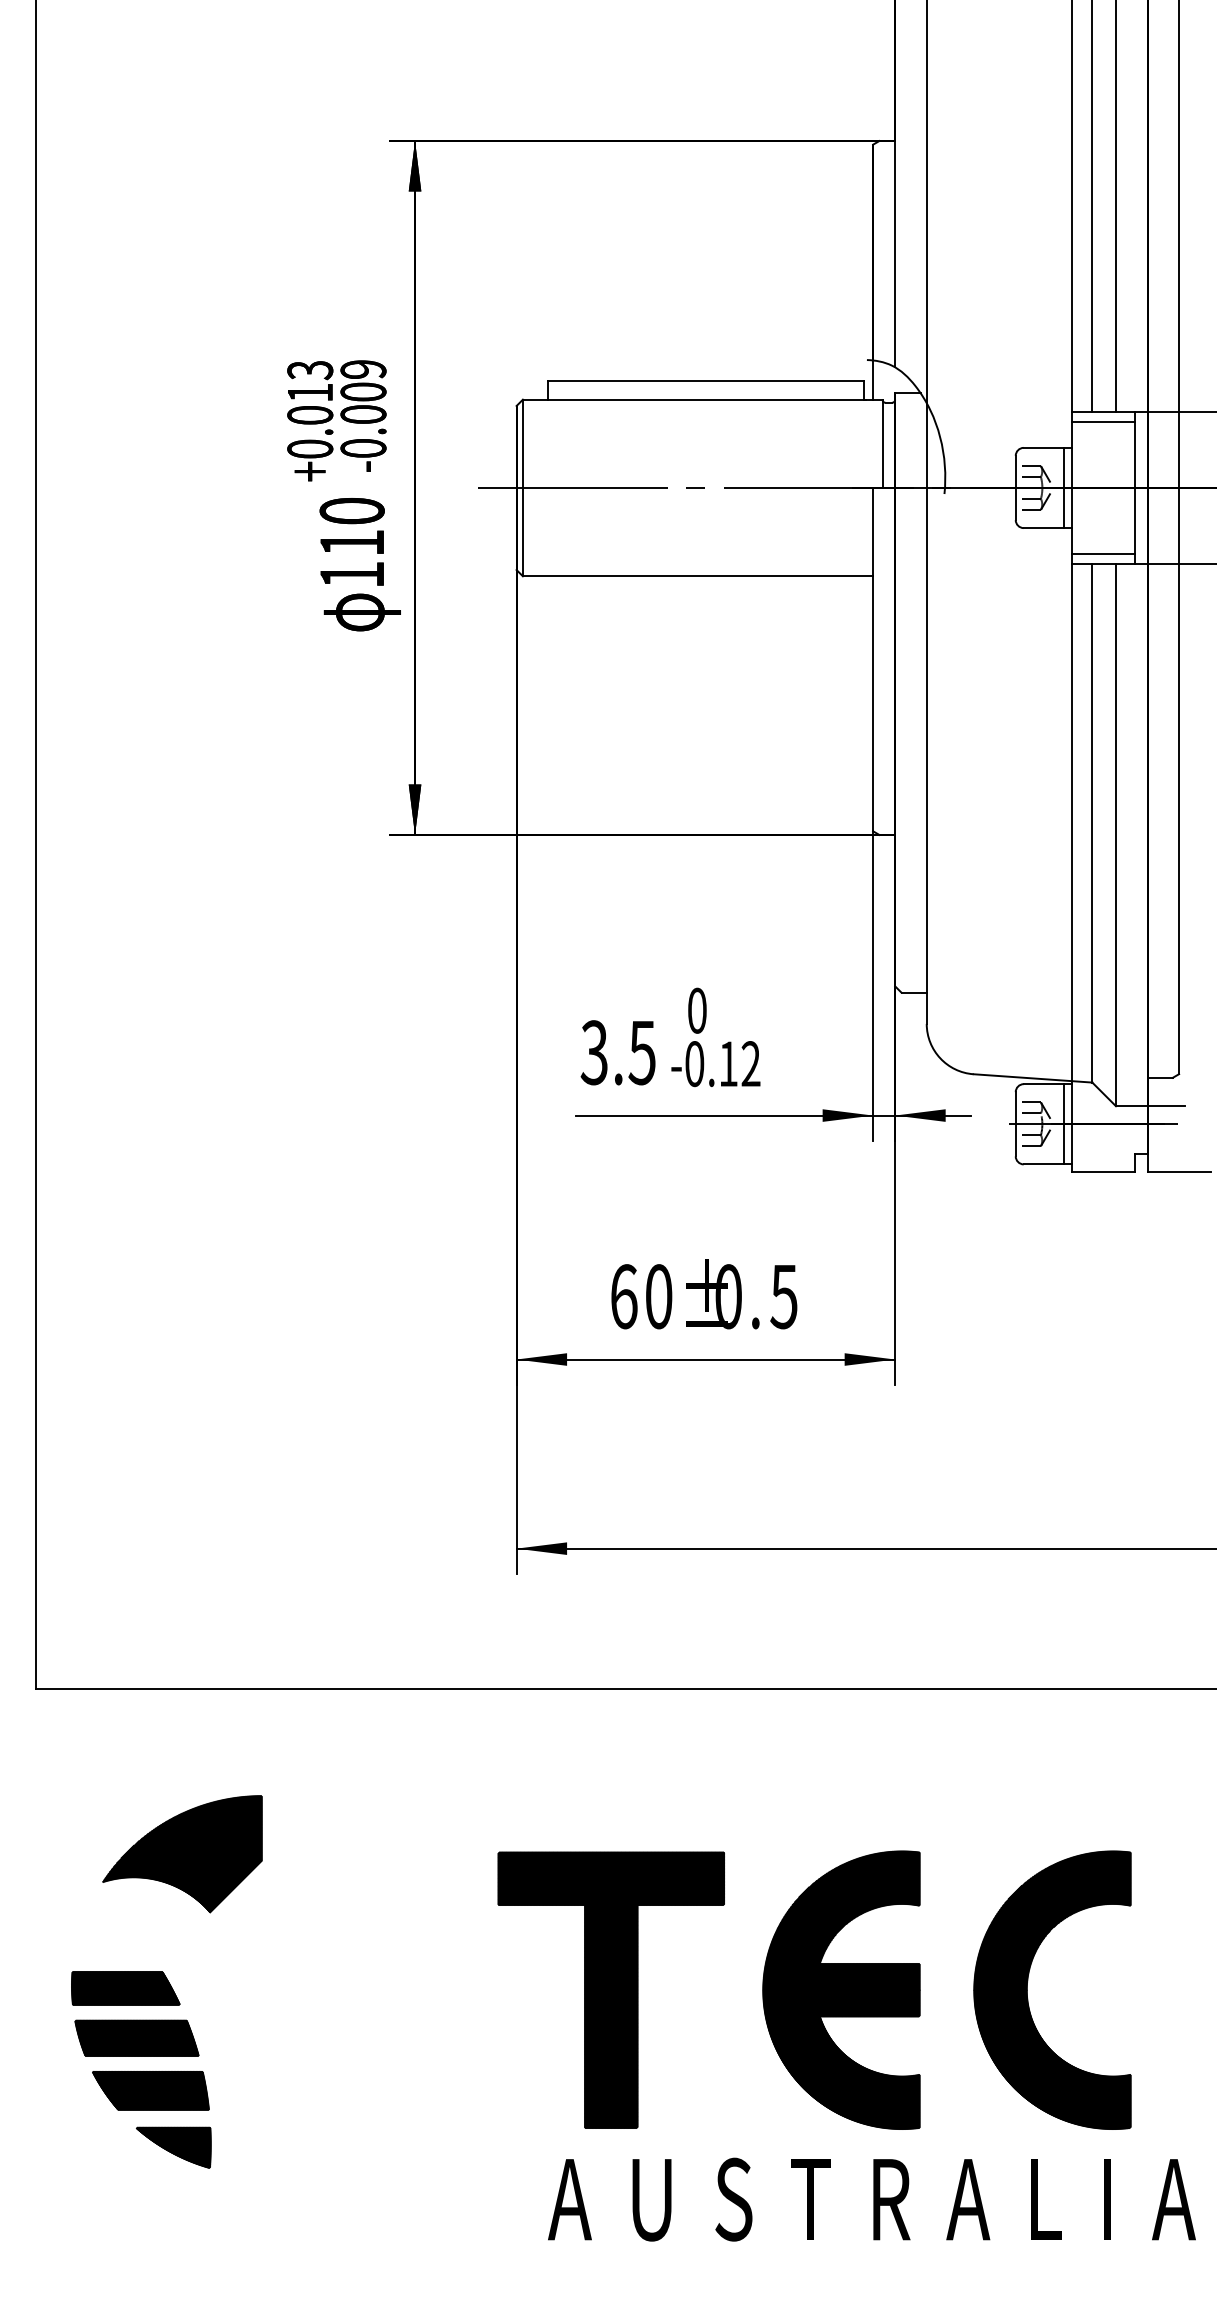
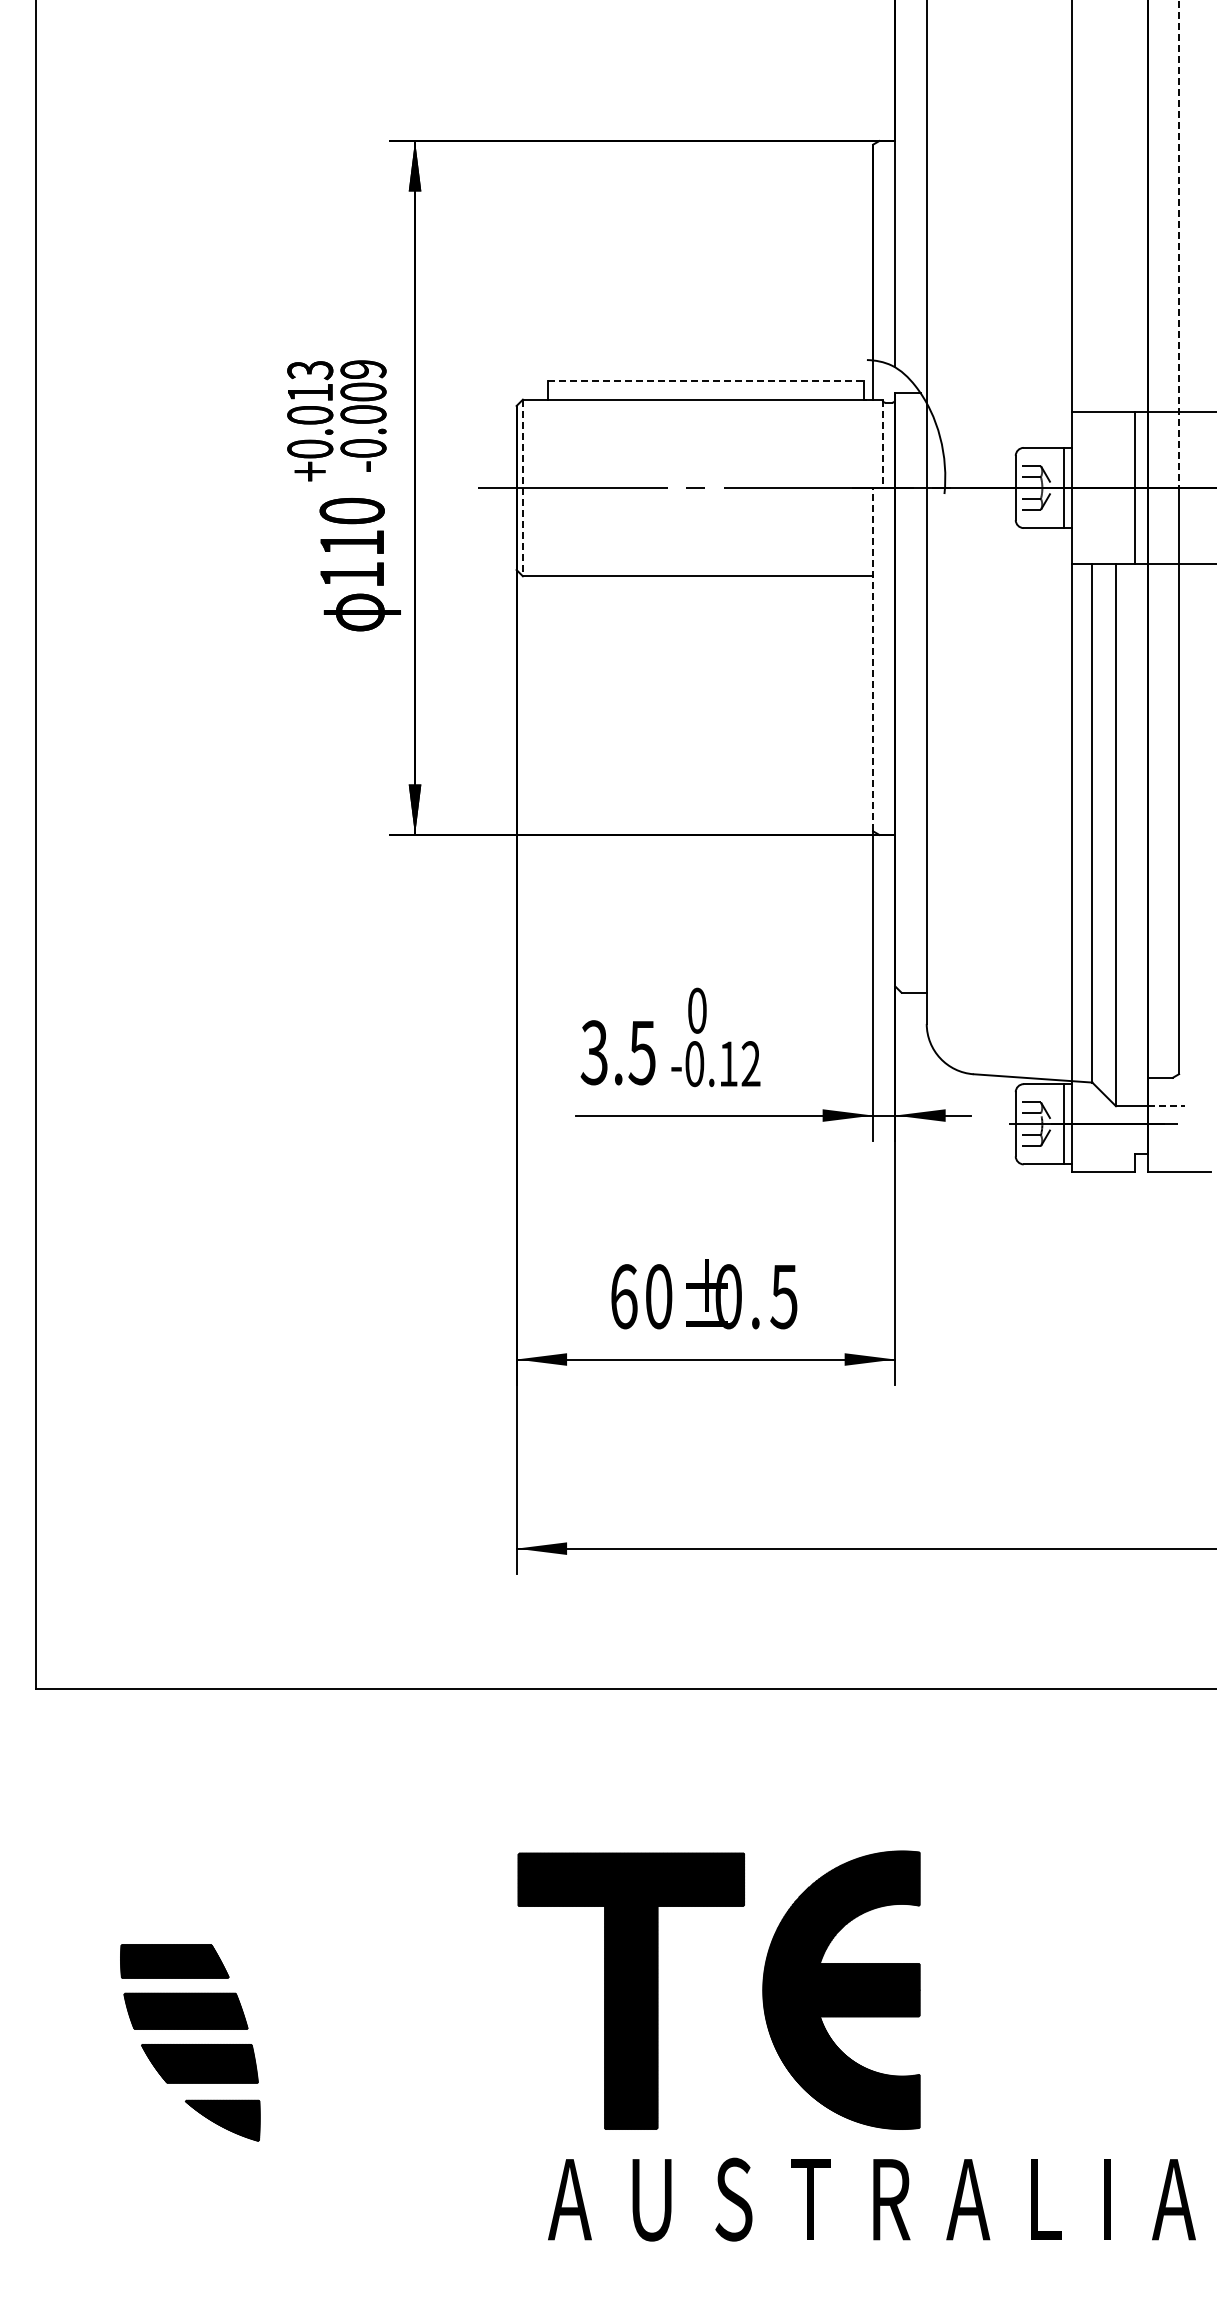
line at (1092, 207): present -> none
line at (1115, 207): present -> none
line at (1179, 244): solid -> dashed
line at (705, 380): solid -> dashed
line at (1102, 421): present -> none
line at (882, 444): solid -> dashed
line at (522, 488): solid -> dashed
line at (1102, 554): present -> none
line at (873, 659): solid -> dashed
line at (1166, 1106): solid -> dashed
part at (182, 1854): present -> none
part at (610, 1989) position: (610, 1989) -> (630, 1990)
part at (1027, 1989): present -> none
part at (141, 2069) position: (141, 2069) -> (190, 2042)
